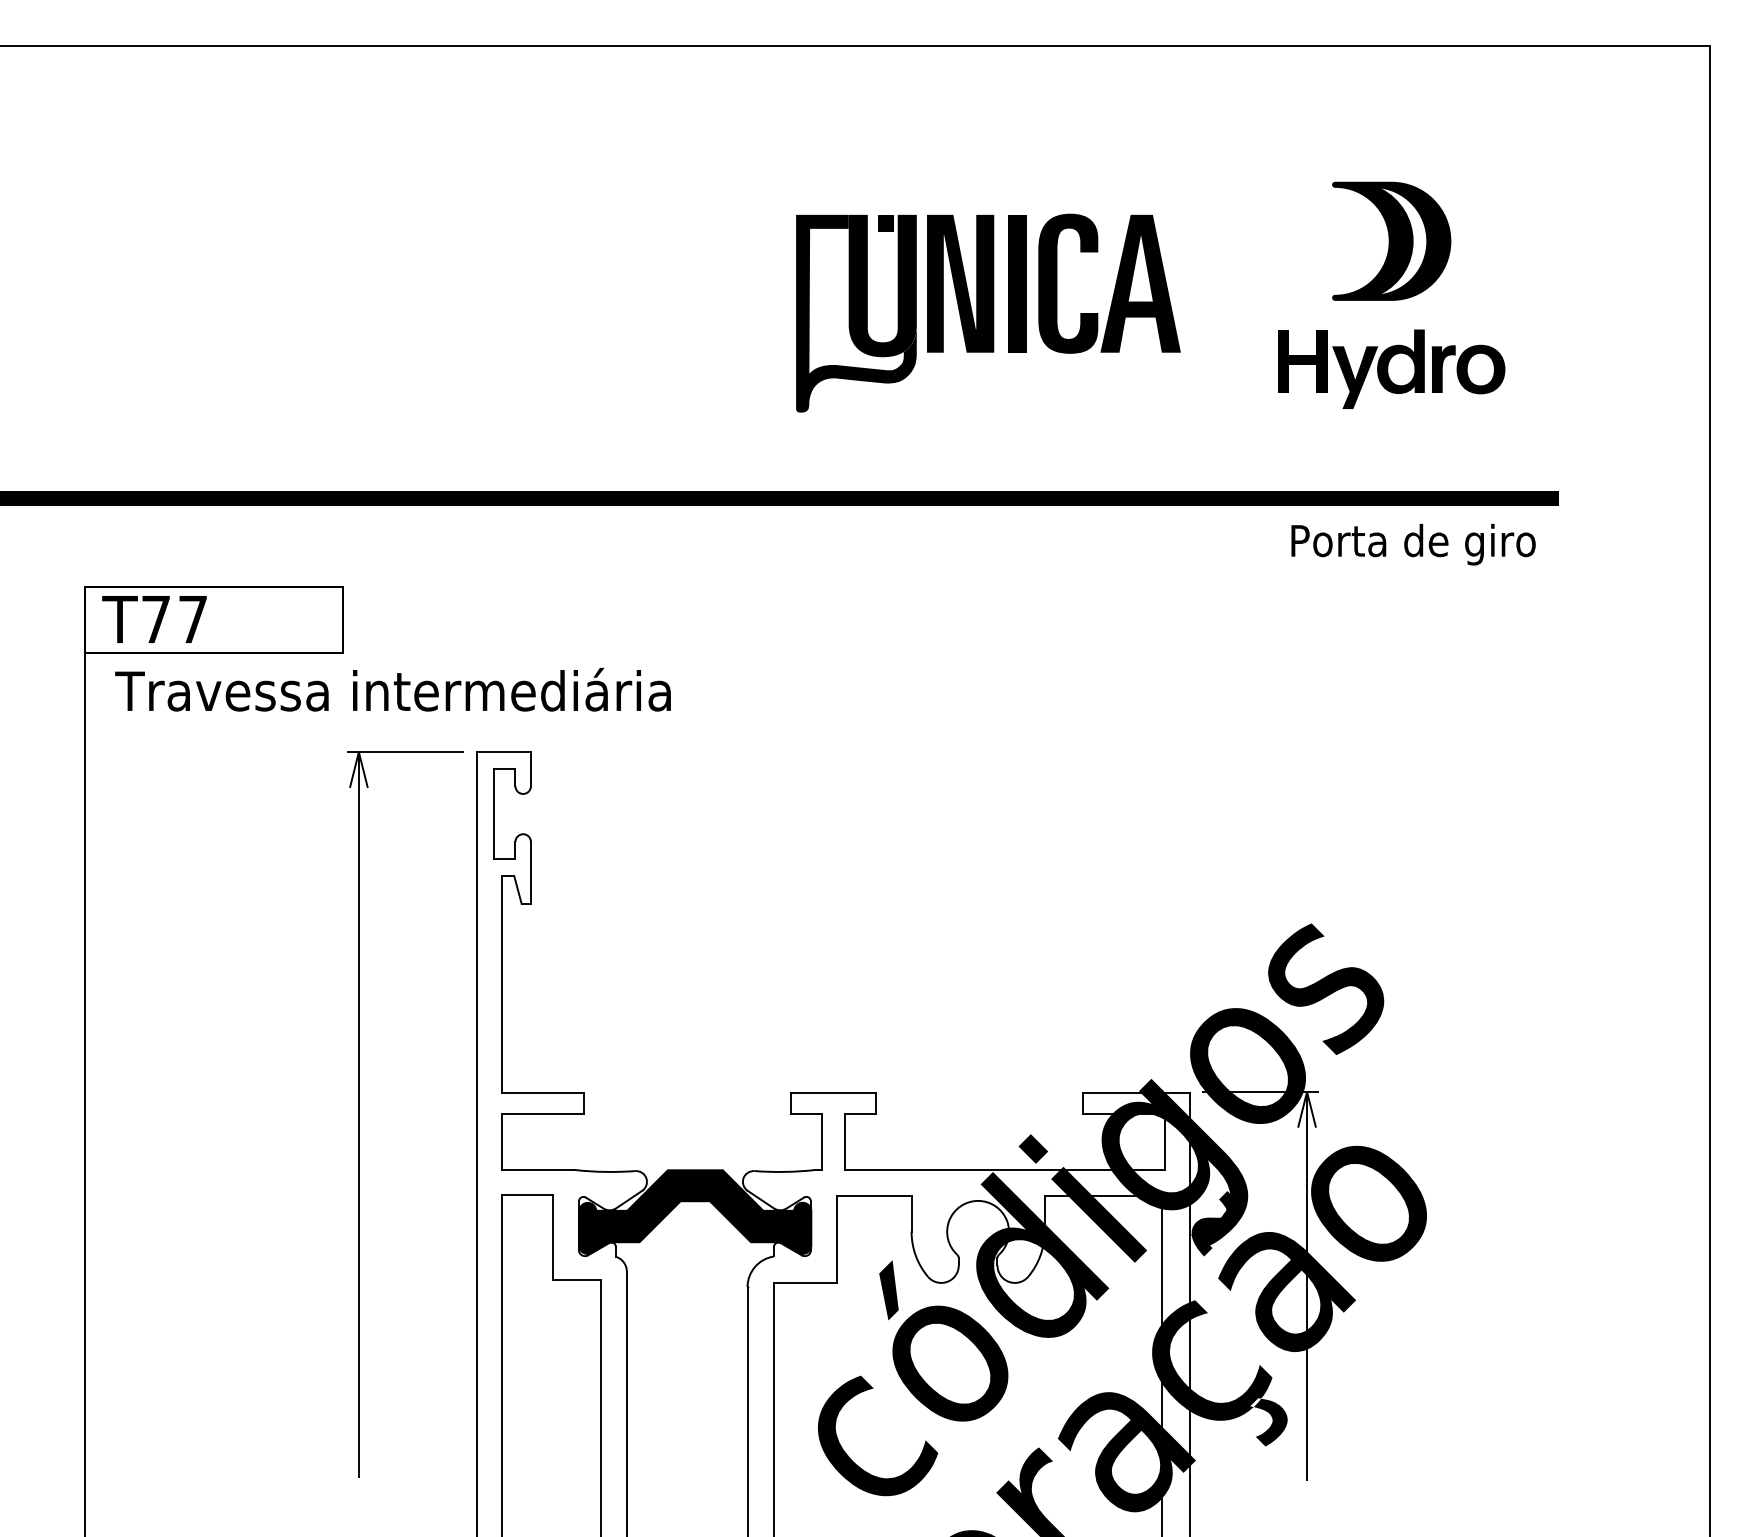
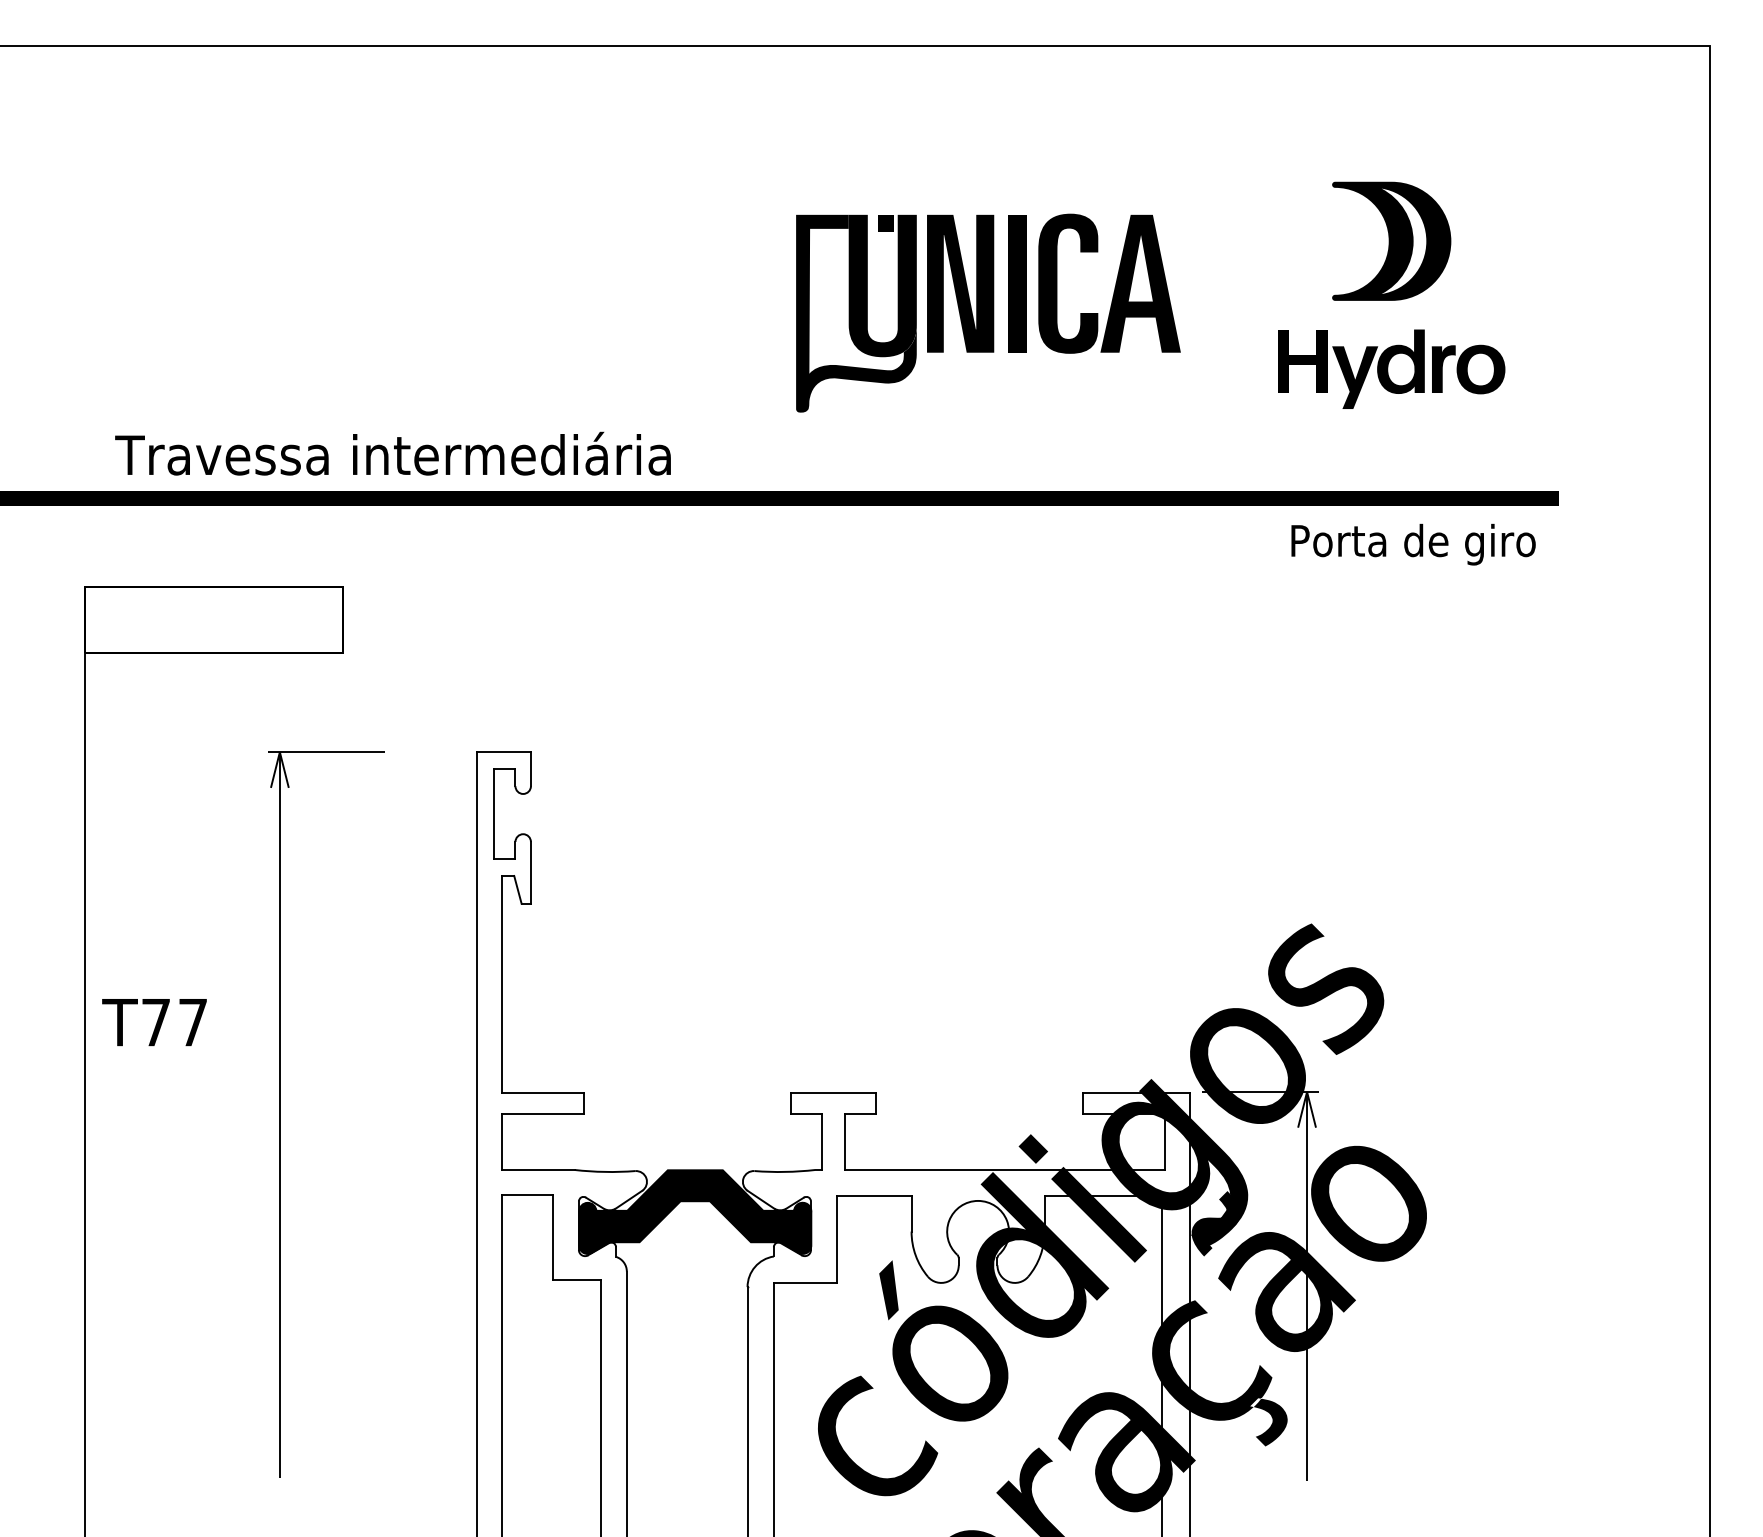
text at (154, 619) position: (154, 619) -> (154, 1022)
text at (392, 689) position: (392, 689) -> (392, 453)
part at (359, 1114) position: (359, 1114) -> (280, 1114)
